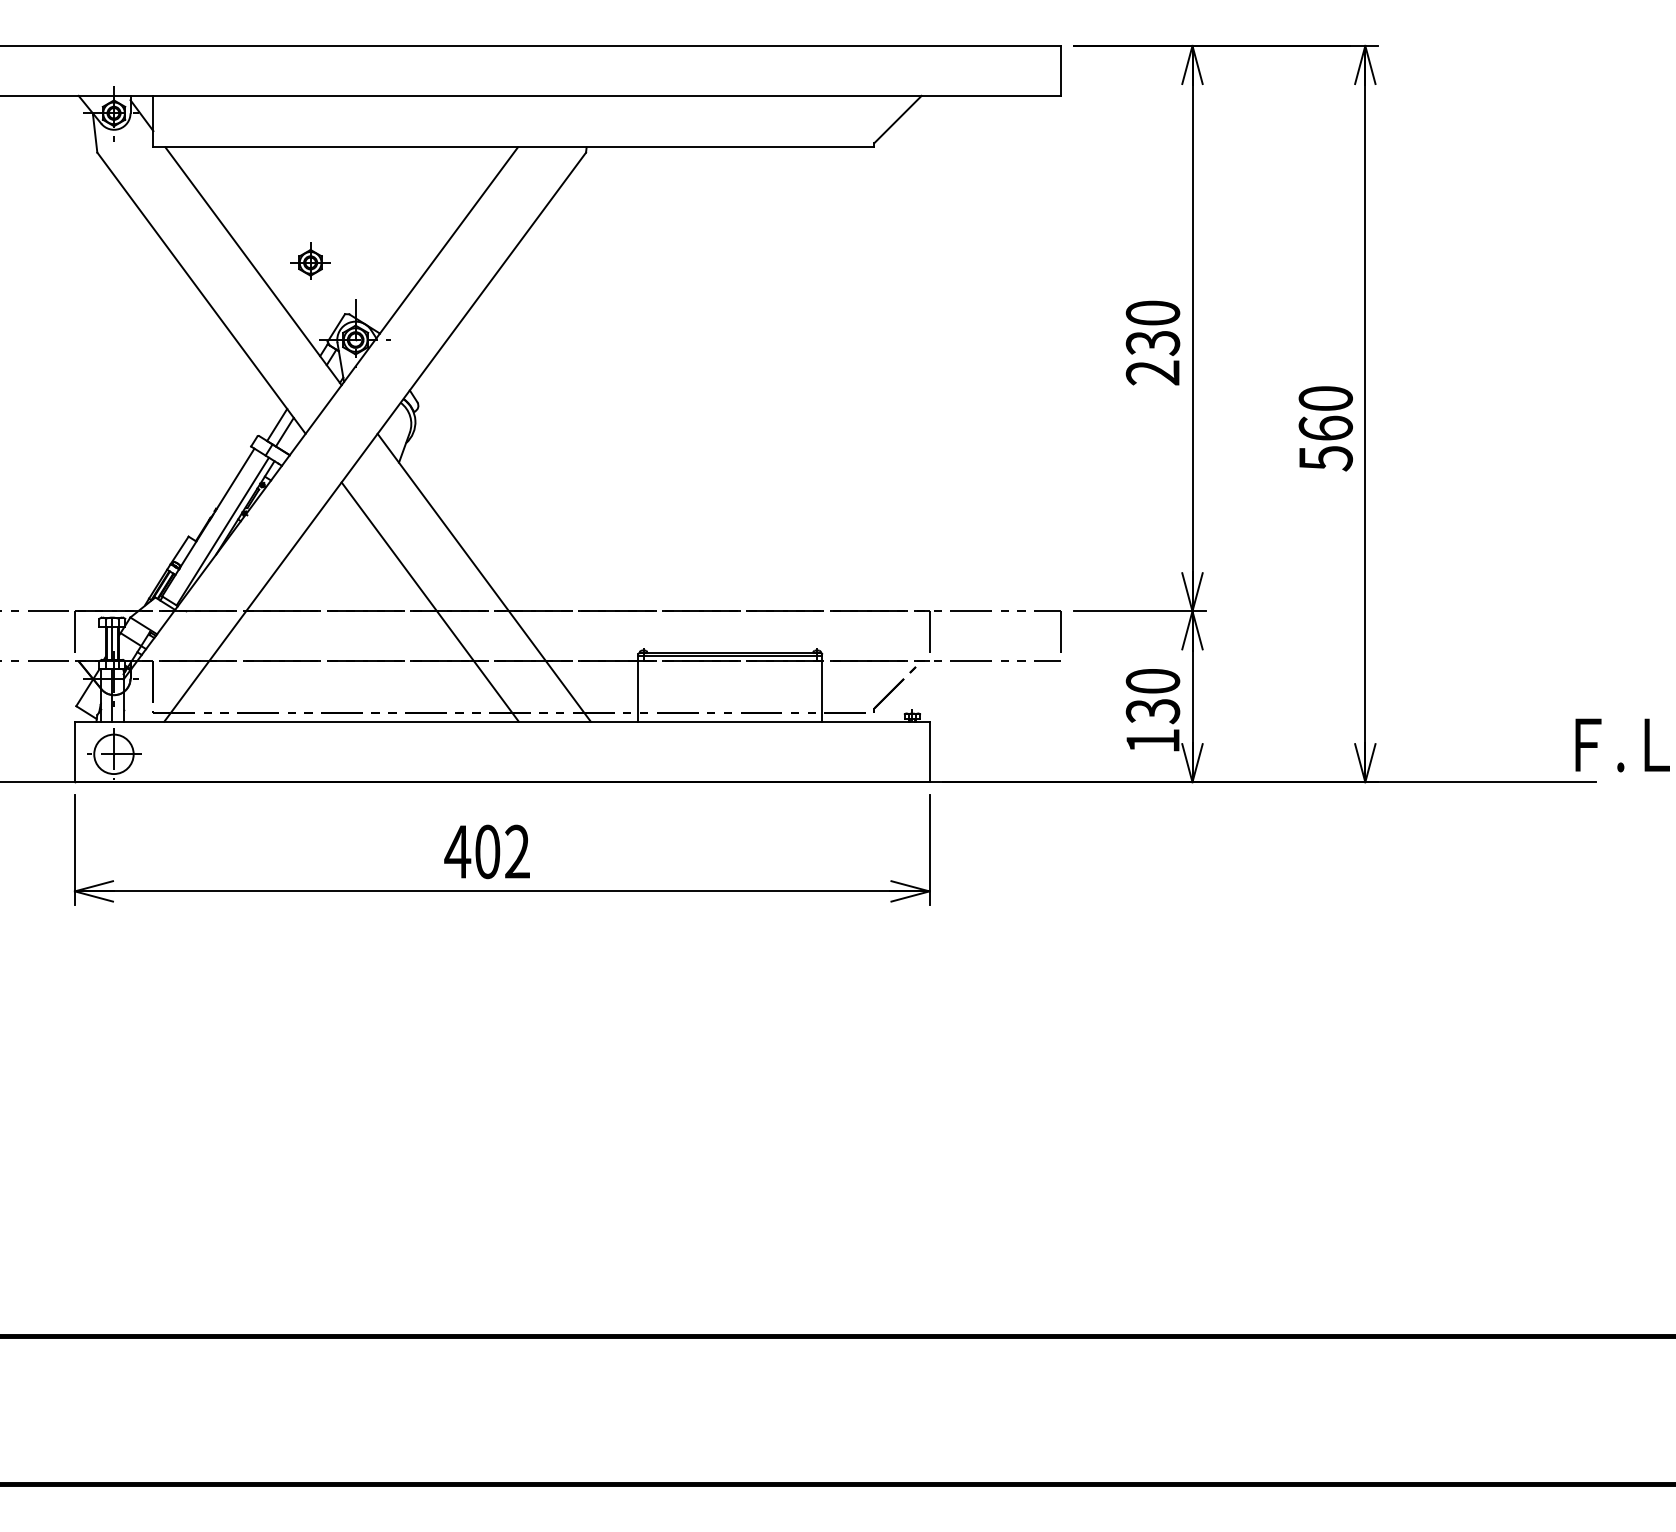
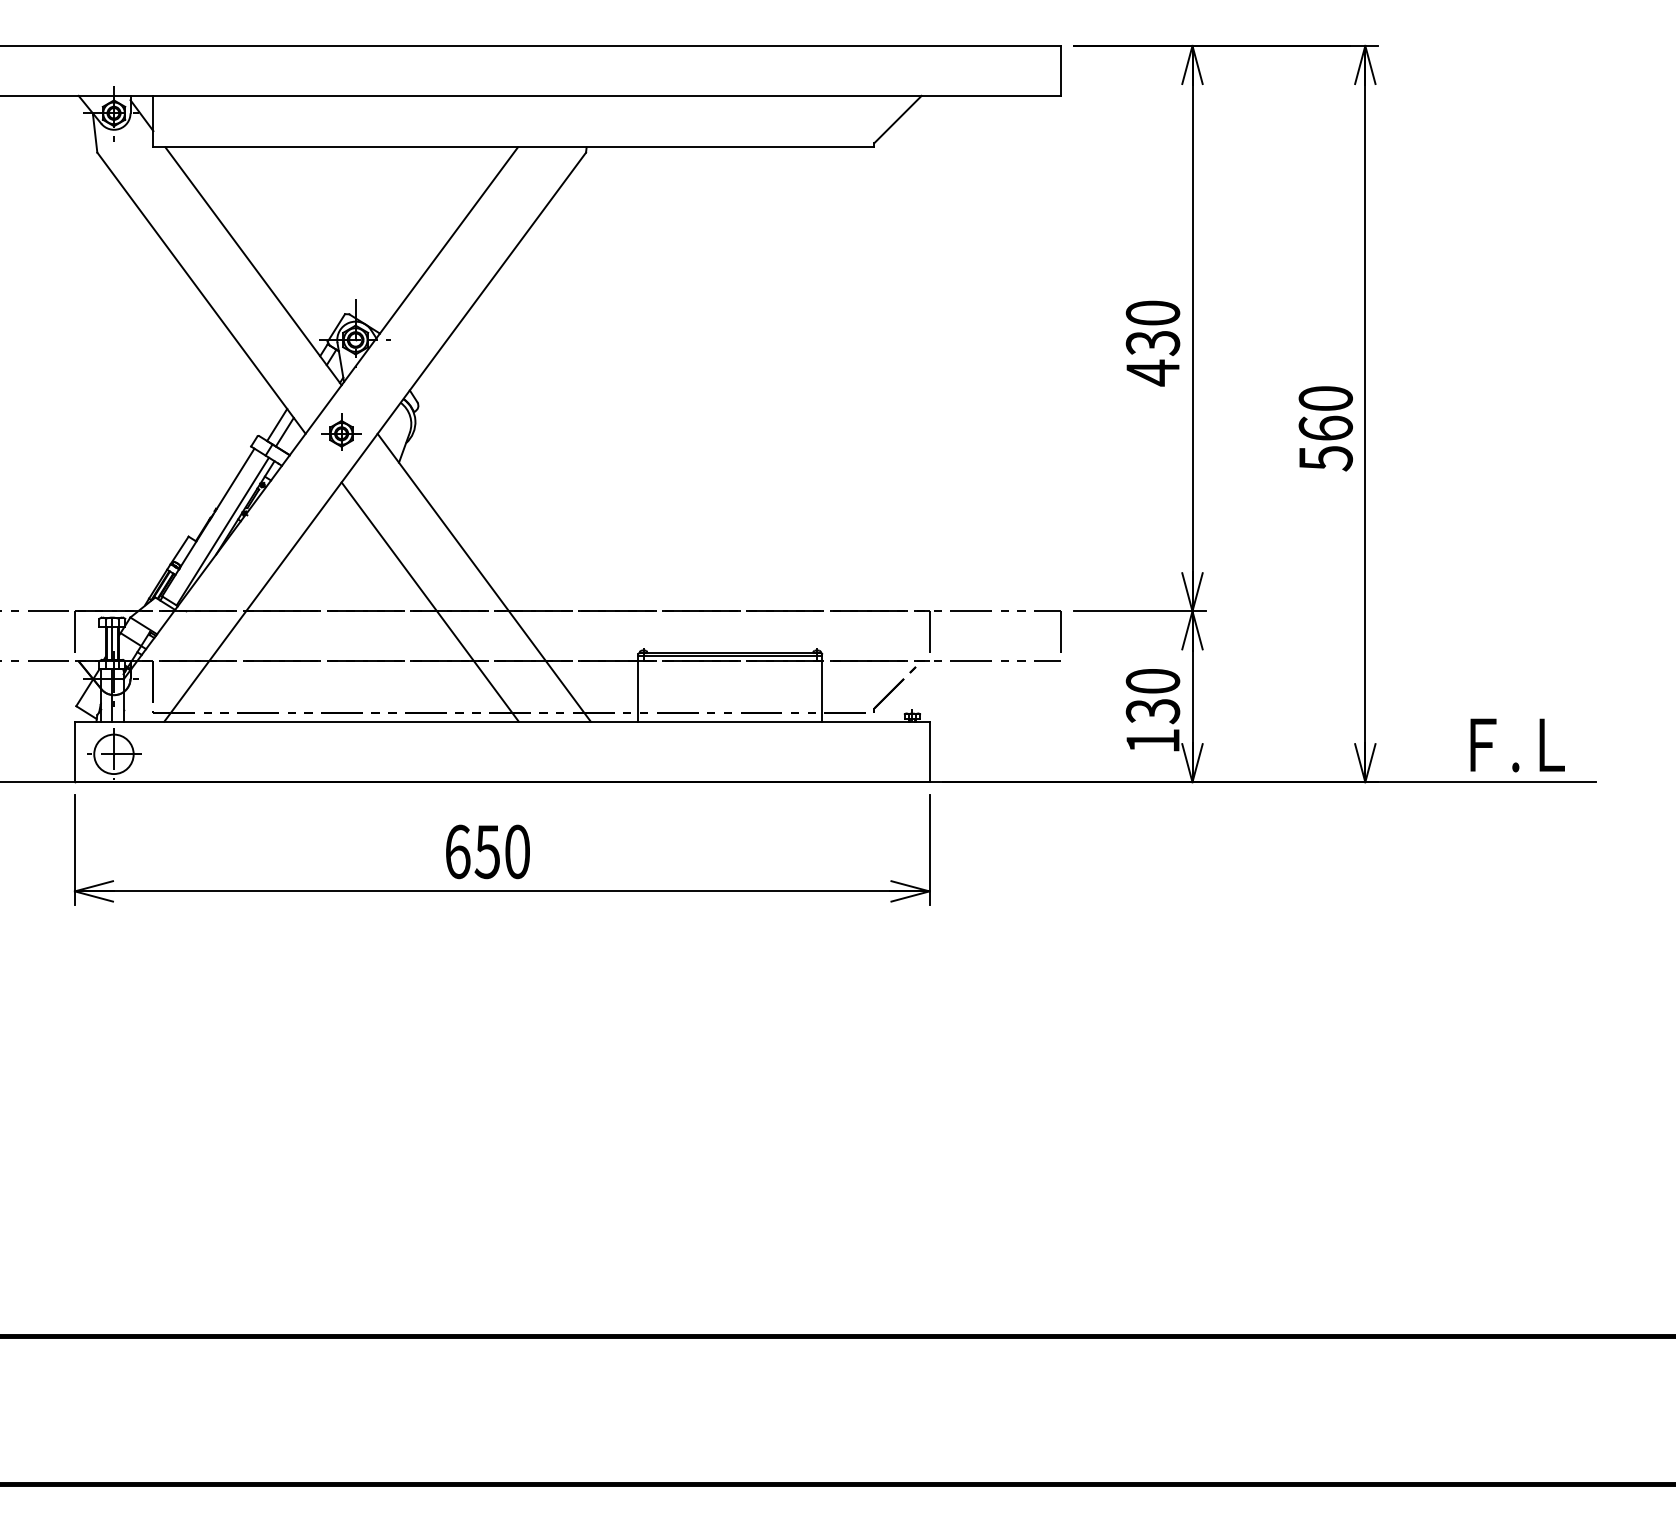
part at (310, 260) position: (310, 260) -> (341, 431)
text at (1152, 372): 230 -> 430
text at (1622, 745) position: (1622, 745) -> (1517, 745)
text at (486, 851): 402 -> 650
